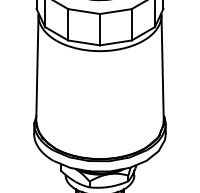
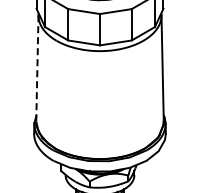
line at (37, 69): solid -> dashed
